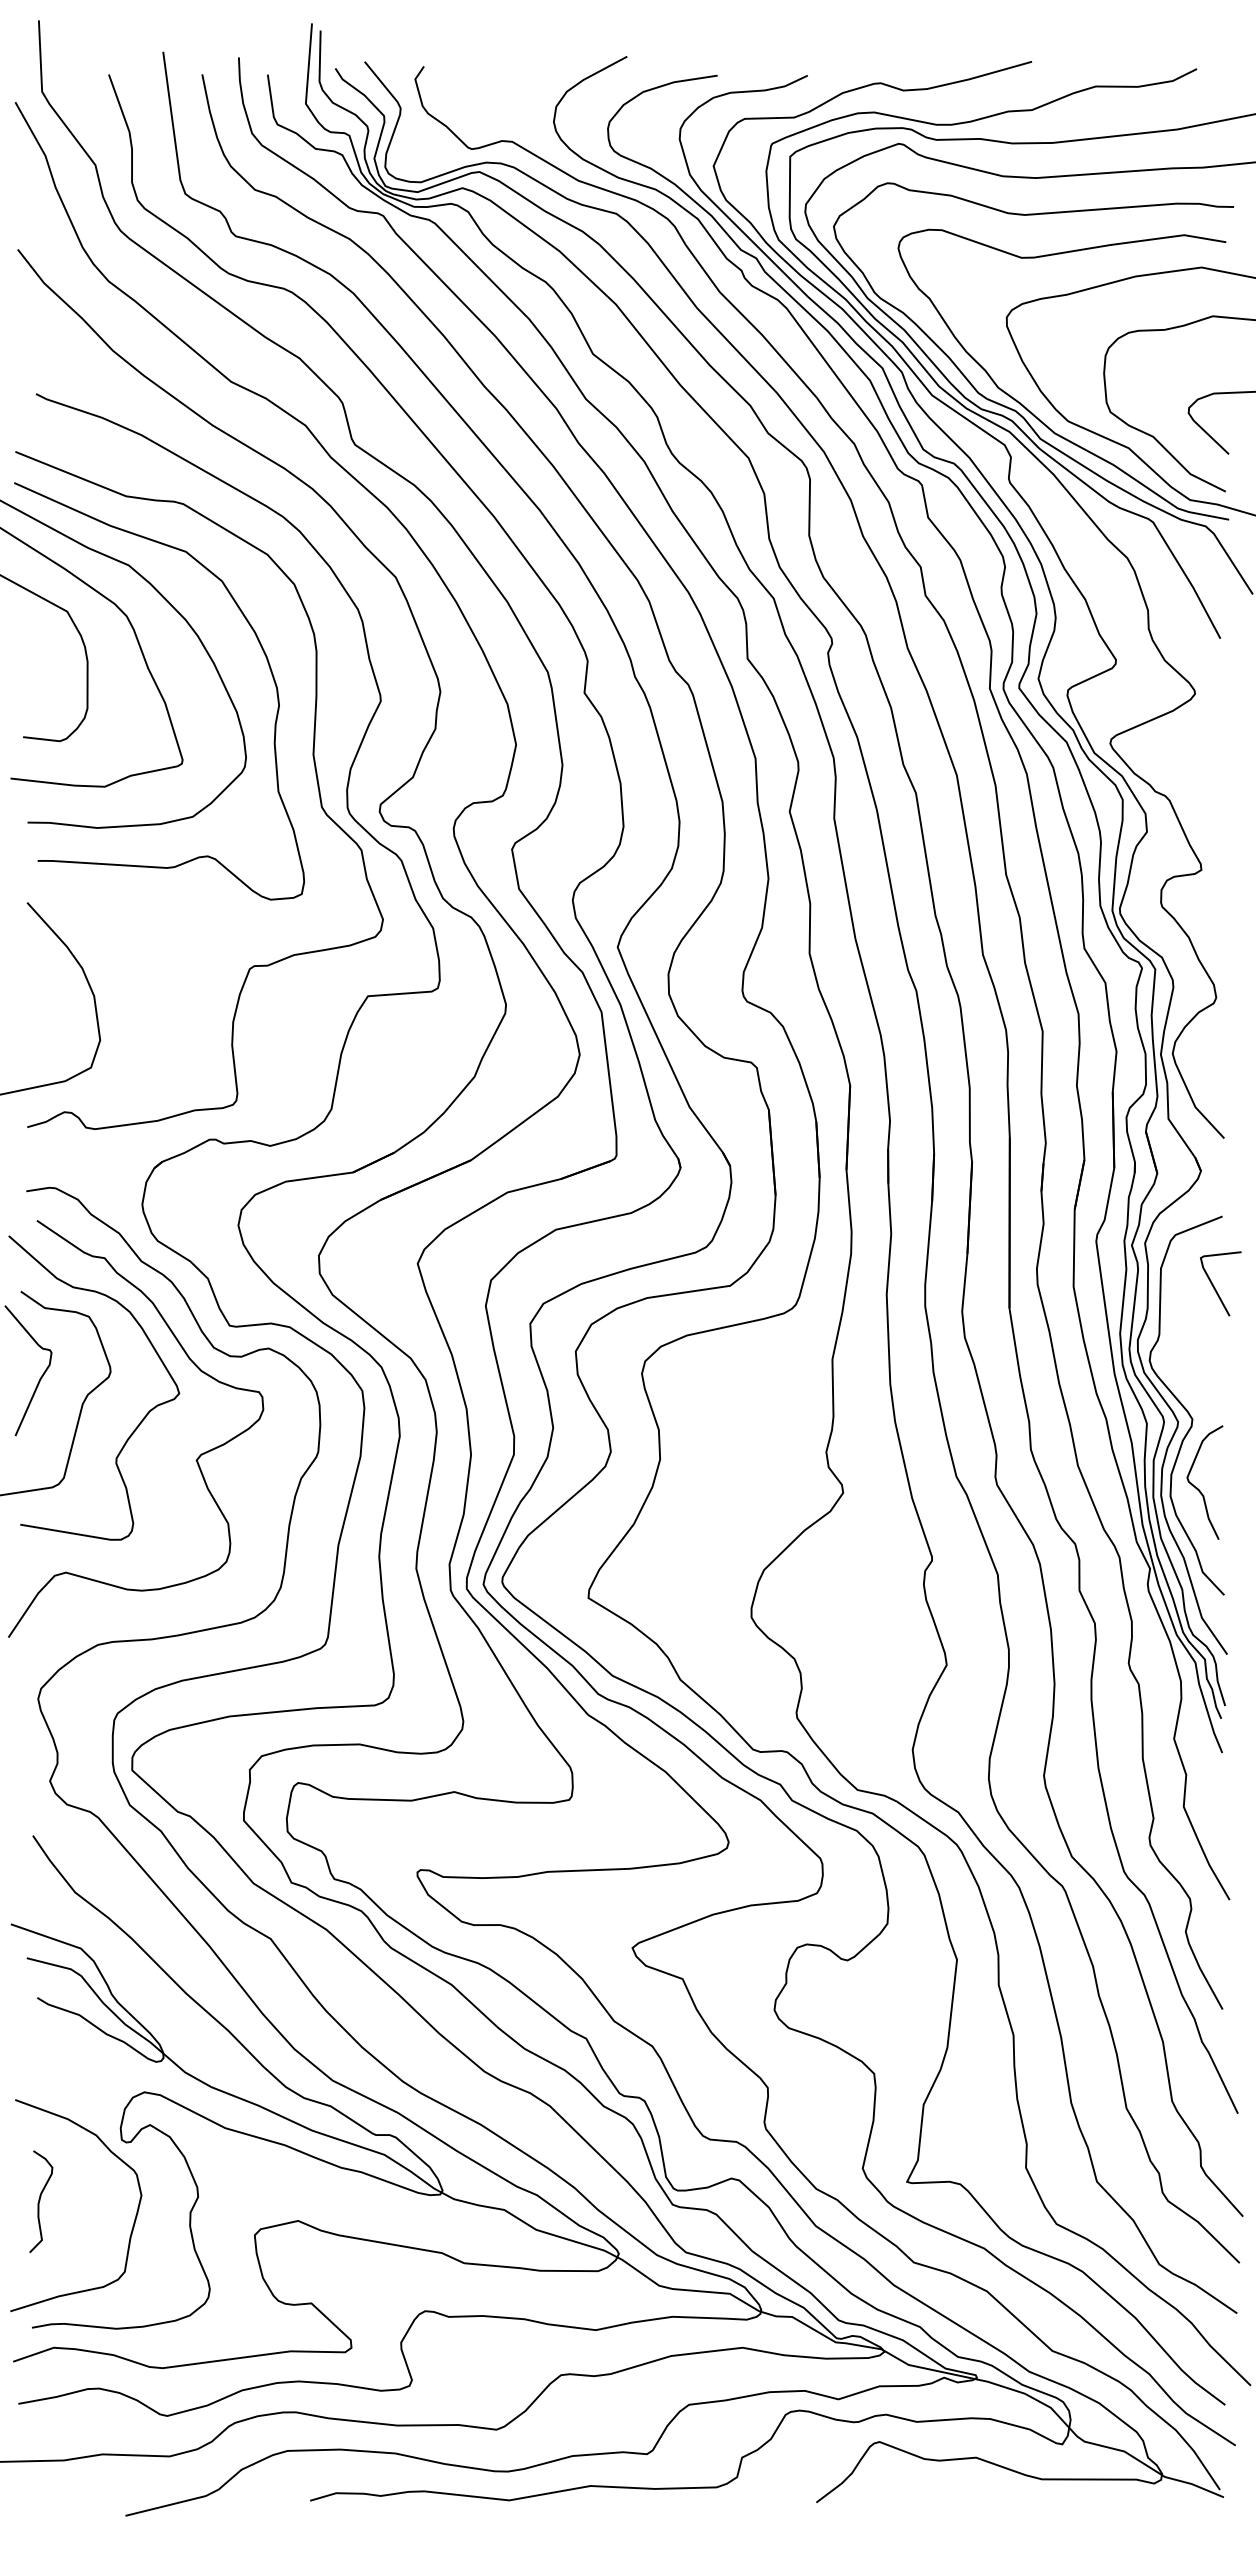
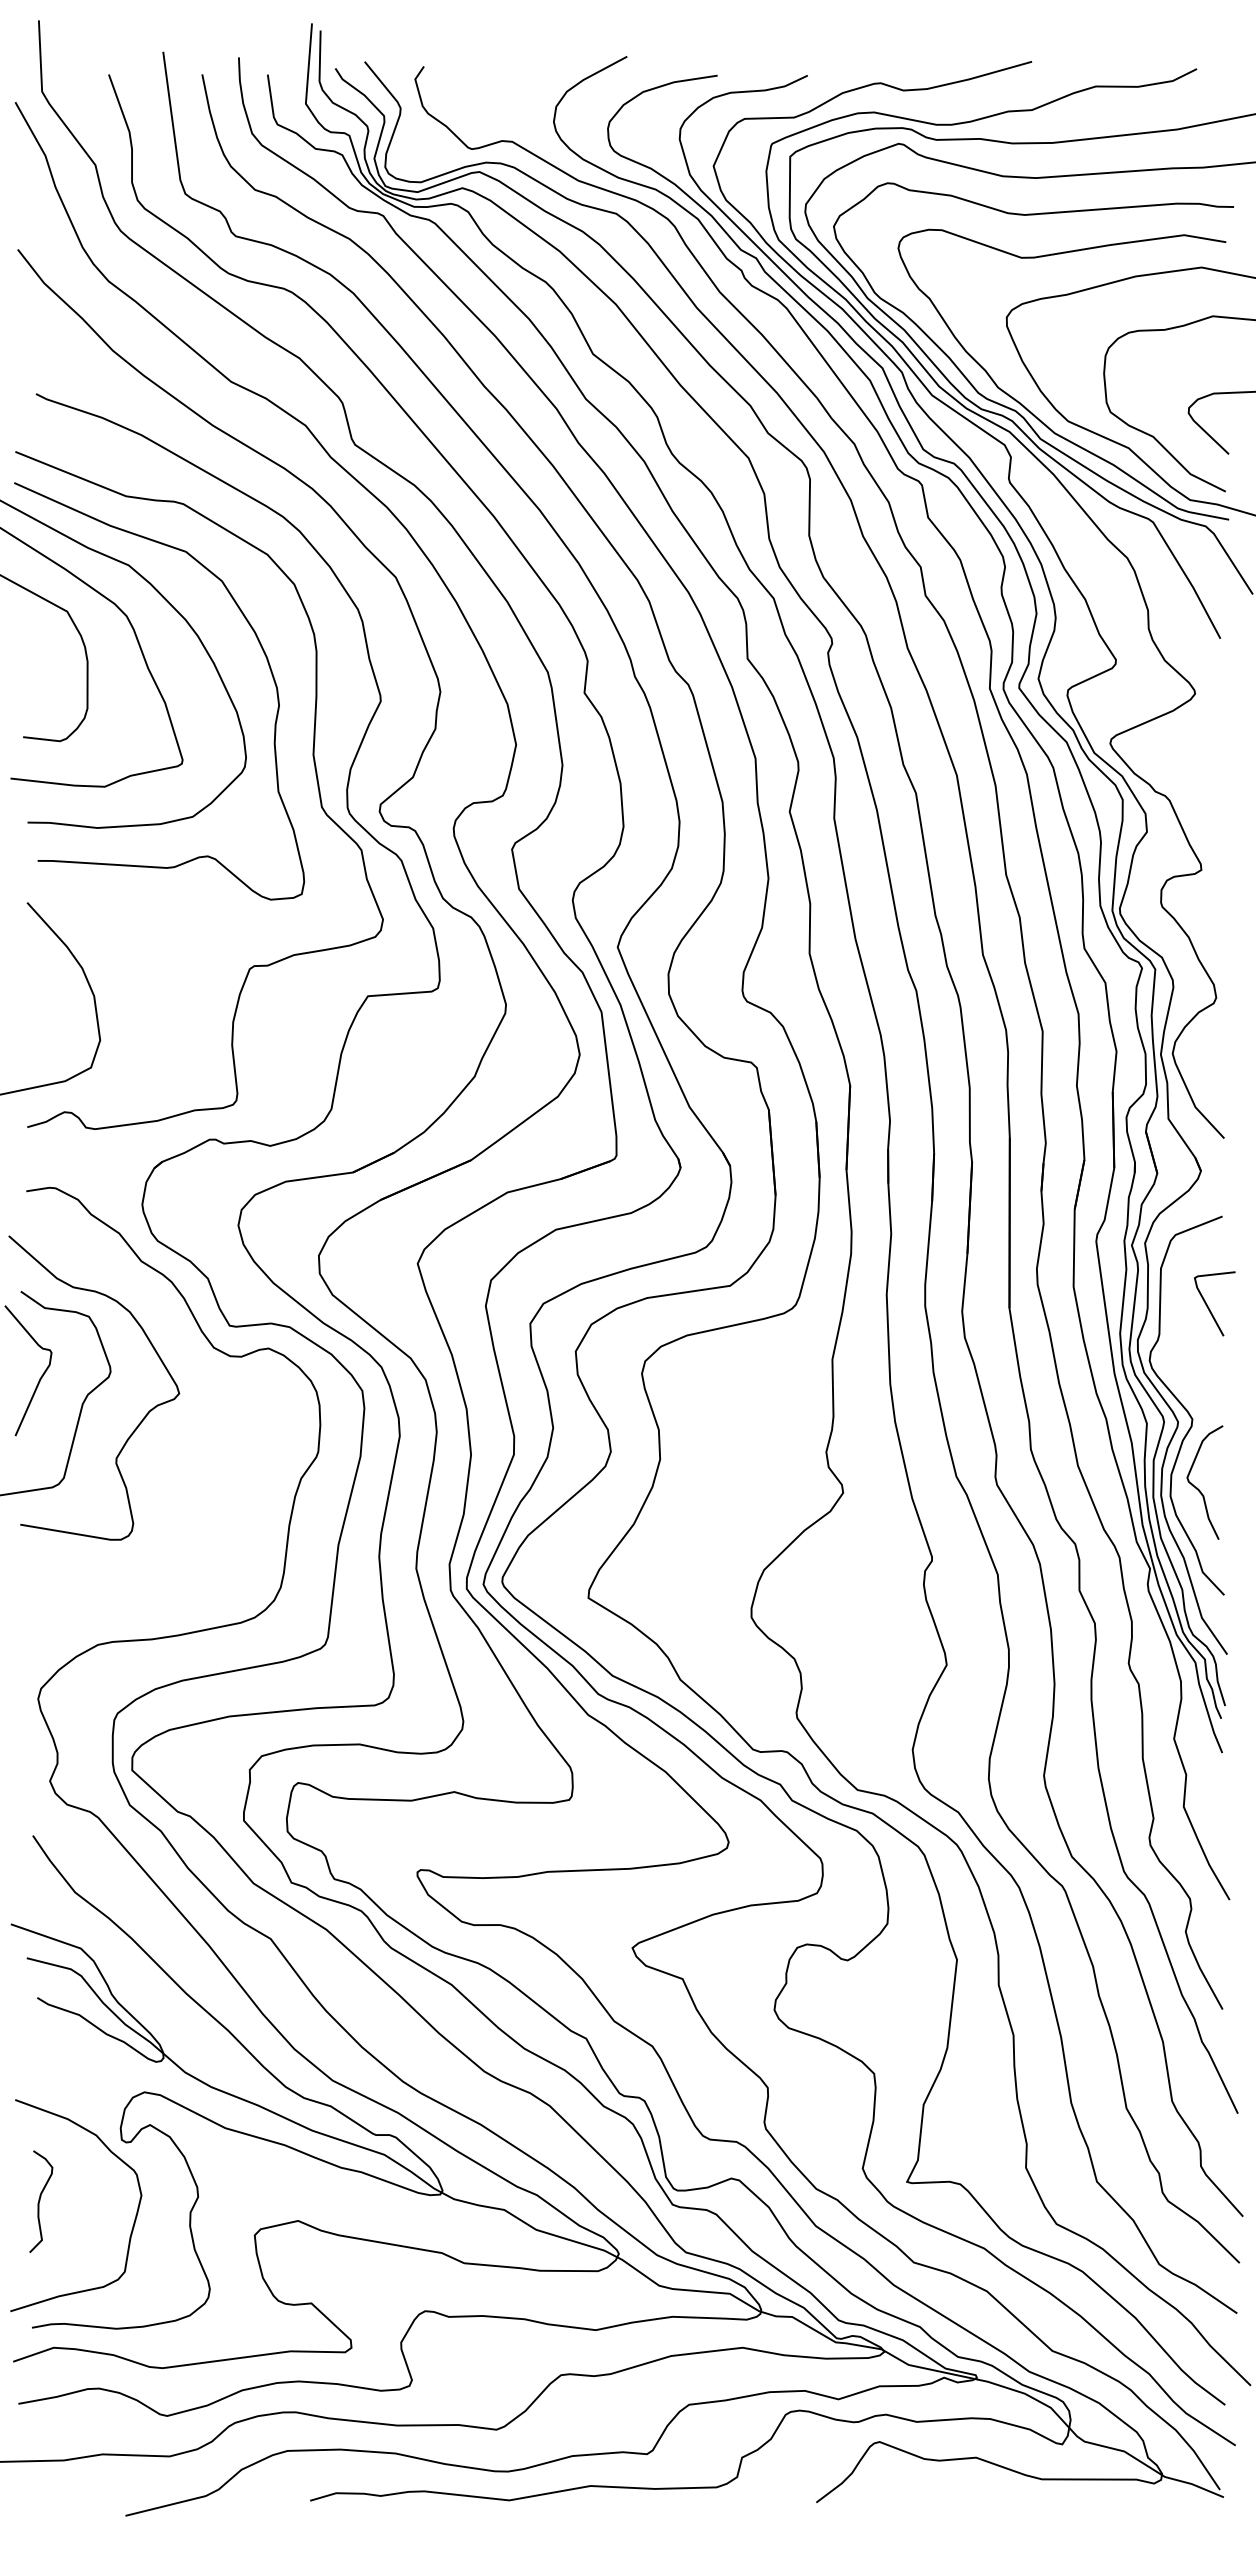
line at (1215, 1287) position: (1215, 1287) -> (1209, 1307)
curve at (195, 1460): present -> none
